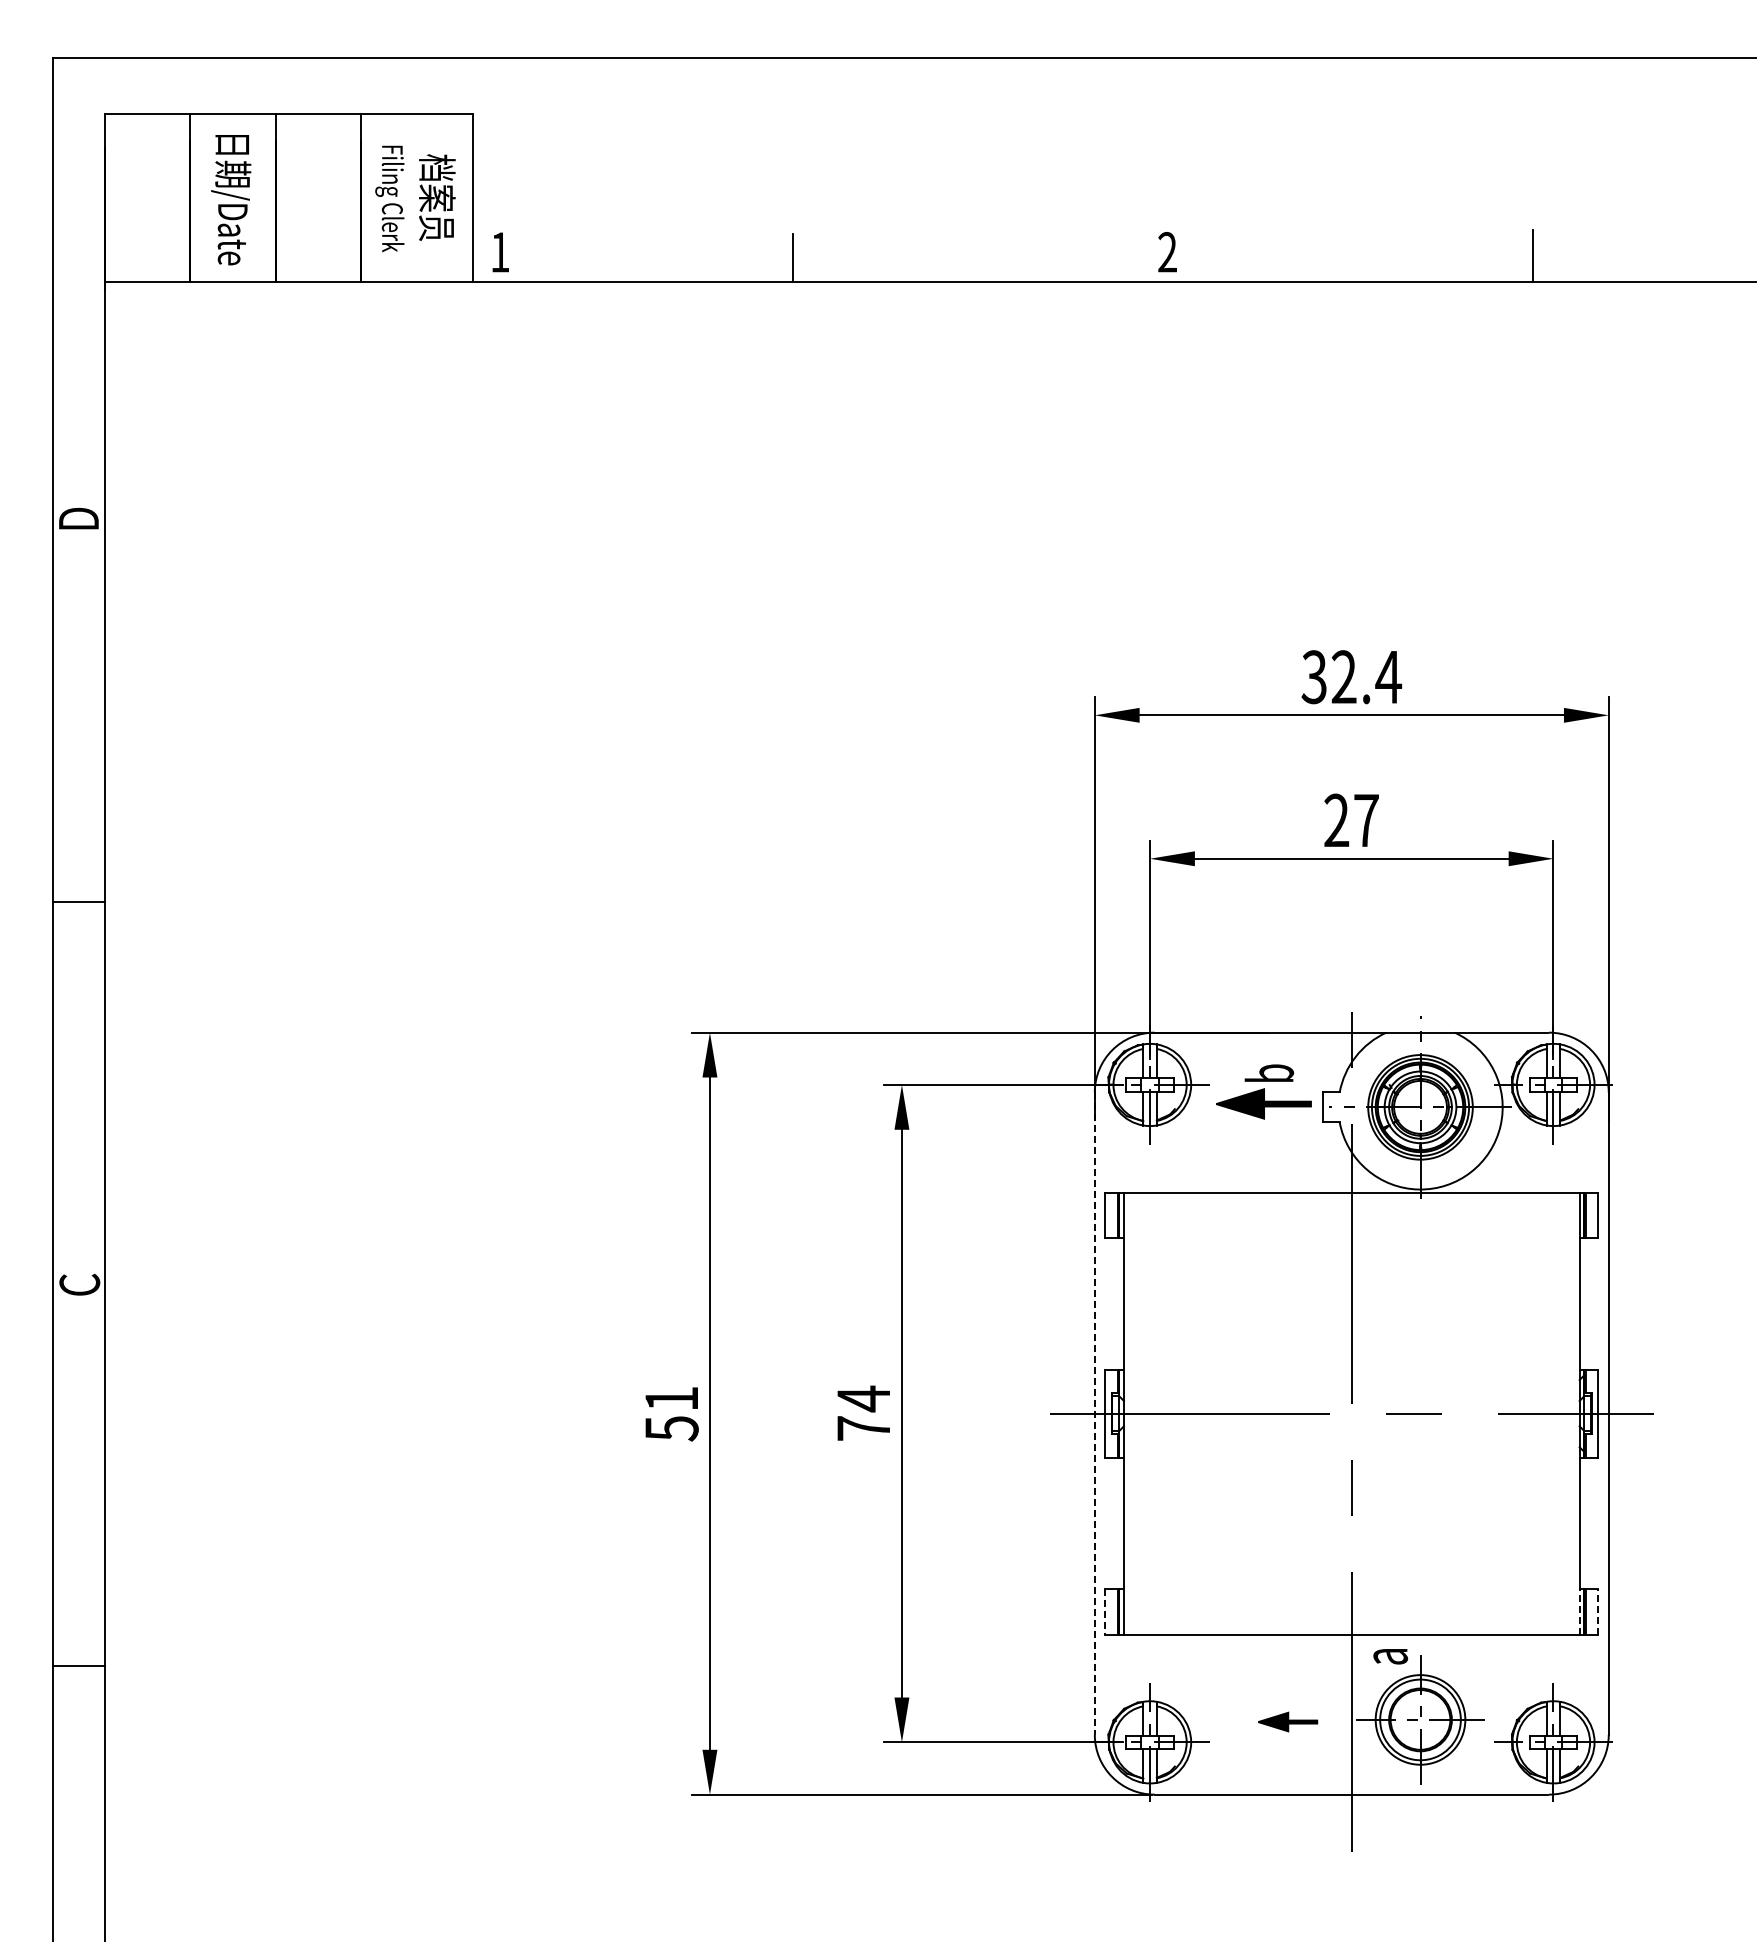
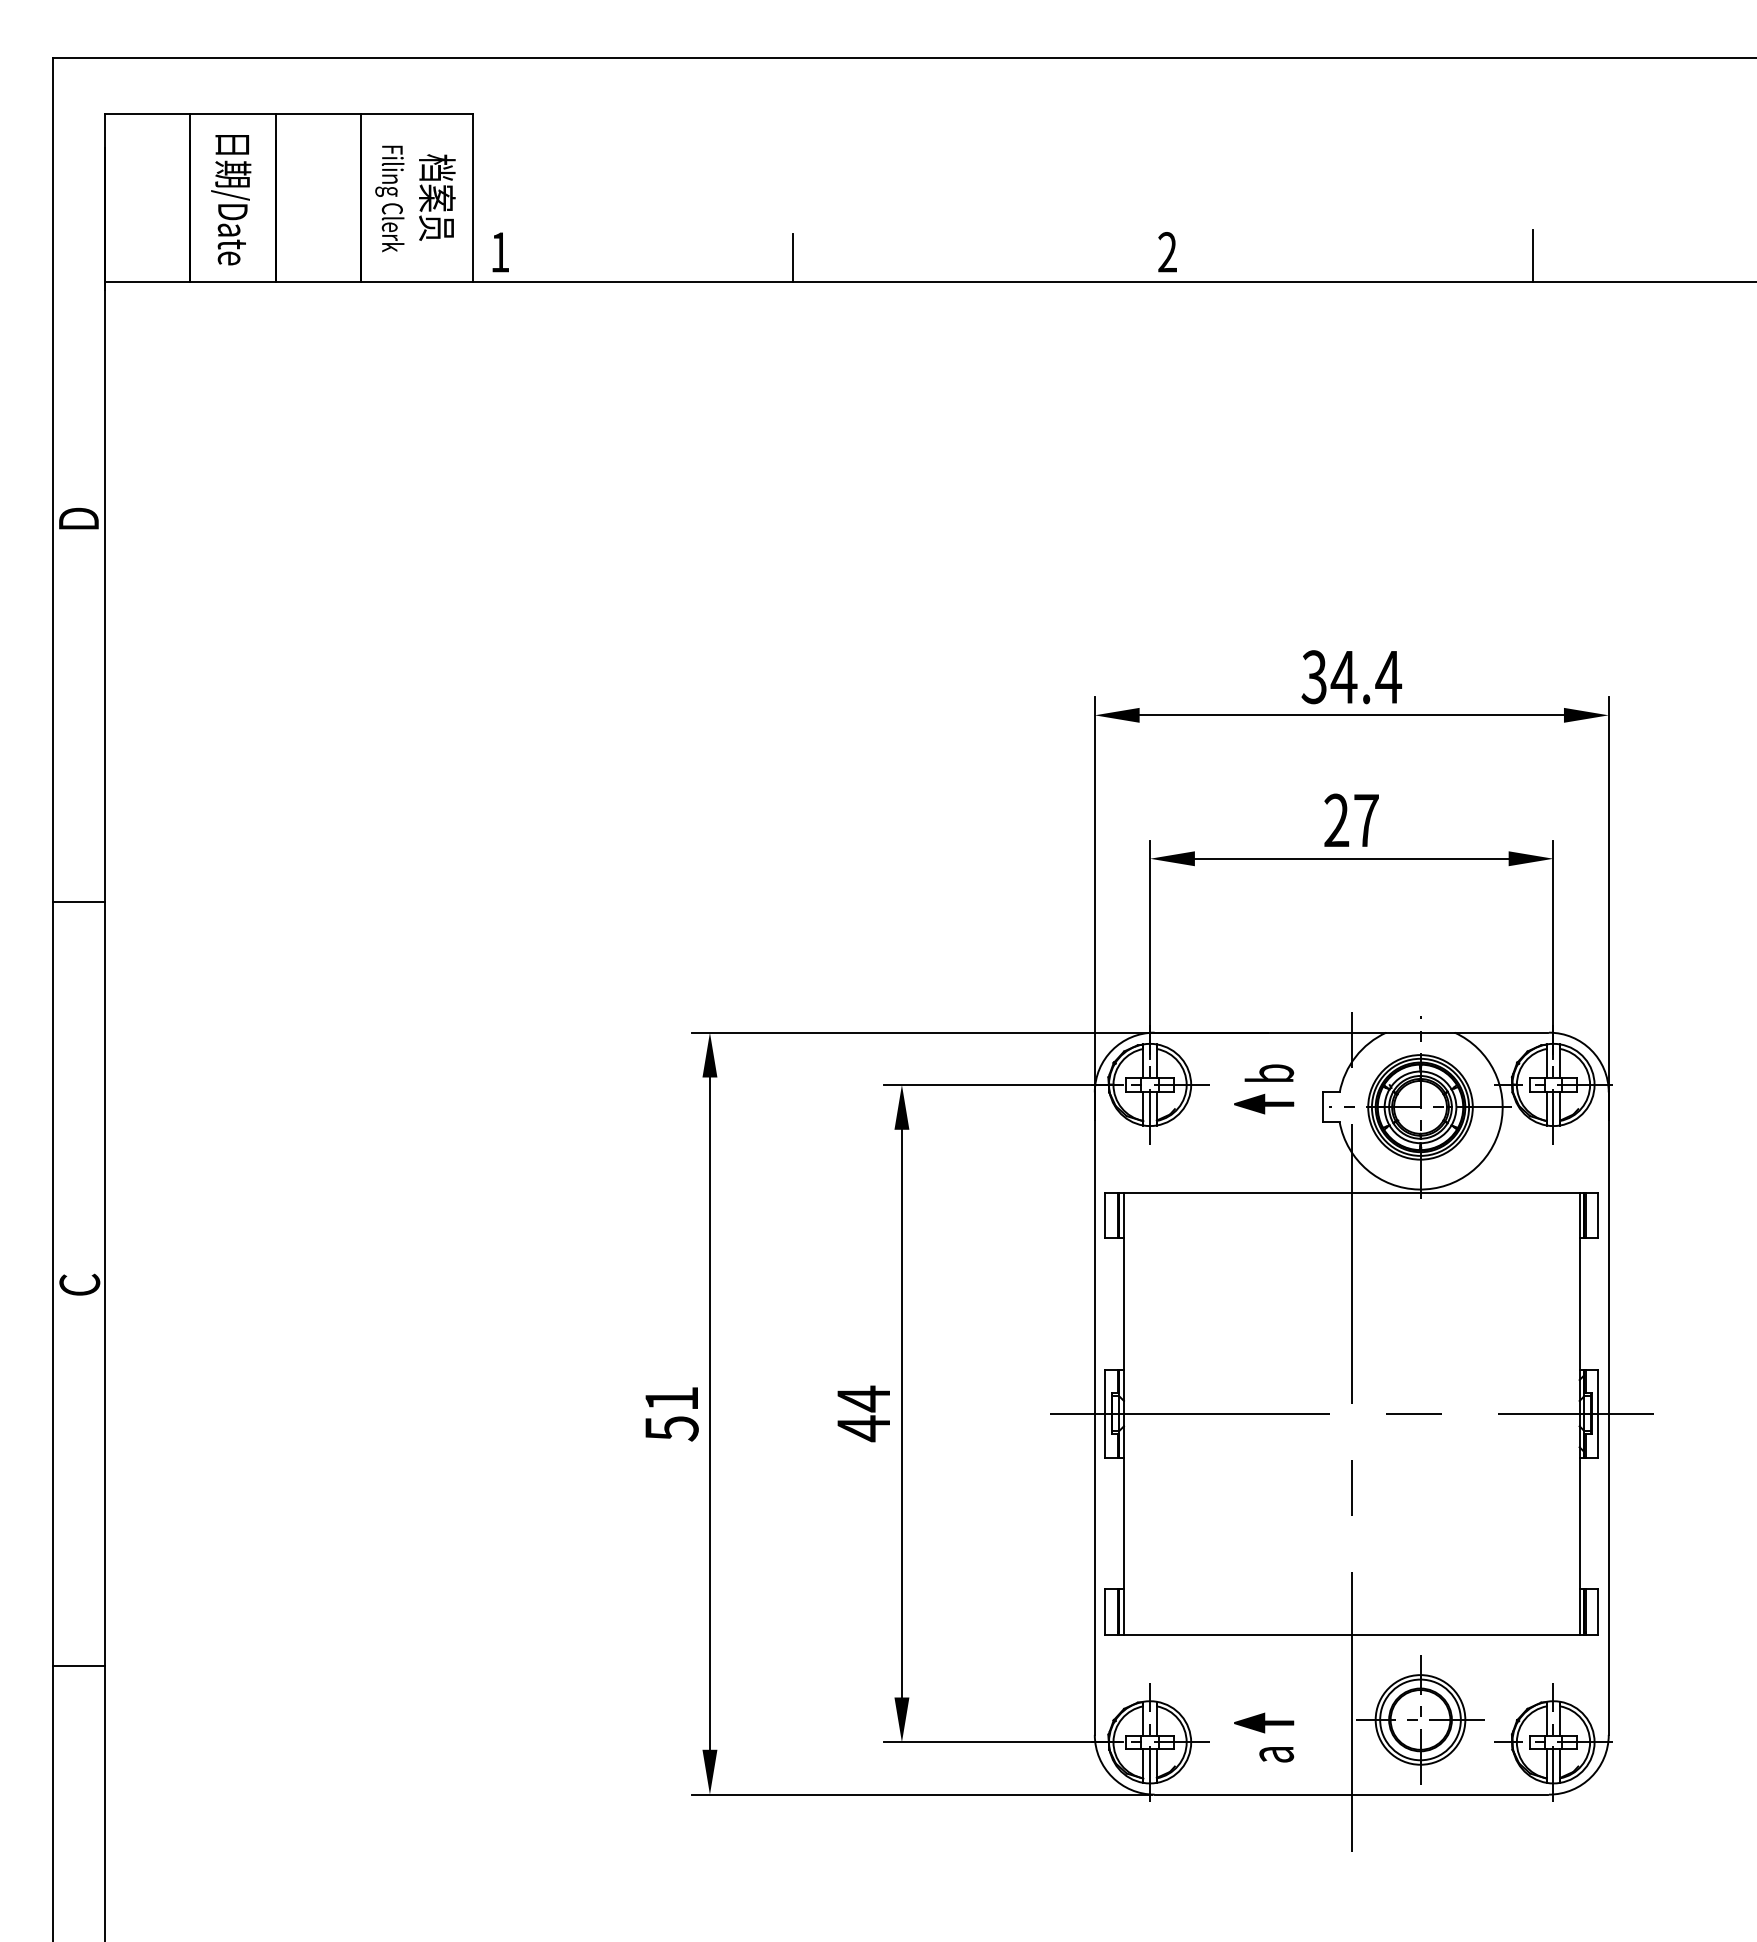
text at (1343, 676): 32.4 -> 34.4
part at (1263, 1103) size: 96x32 px -> 61x21 px
line at (1094, 1414): dashed -> solid
text at (863, 1428): 74 -> 44
line at (1105, 1611): dashed -> solid
line at (1579, 1611): dashed -> solid
line at (1598, 1611): dashed -> solid
text at (1390, 1656) position: (1390, 1656) -> (1276, 1754)
part at (1288, 1721) position: (1288, 1721) -> (1264, 1722)
